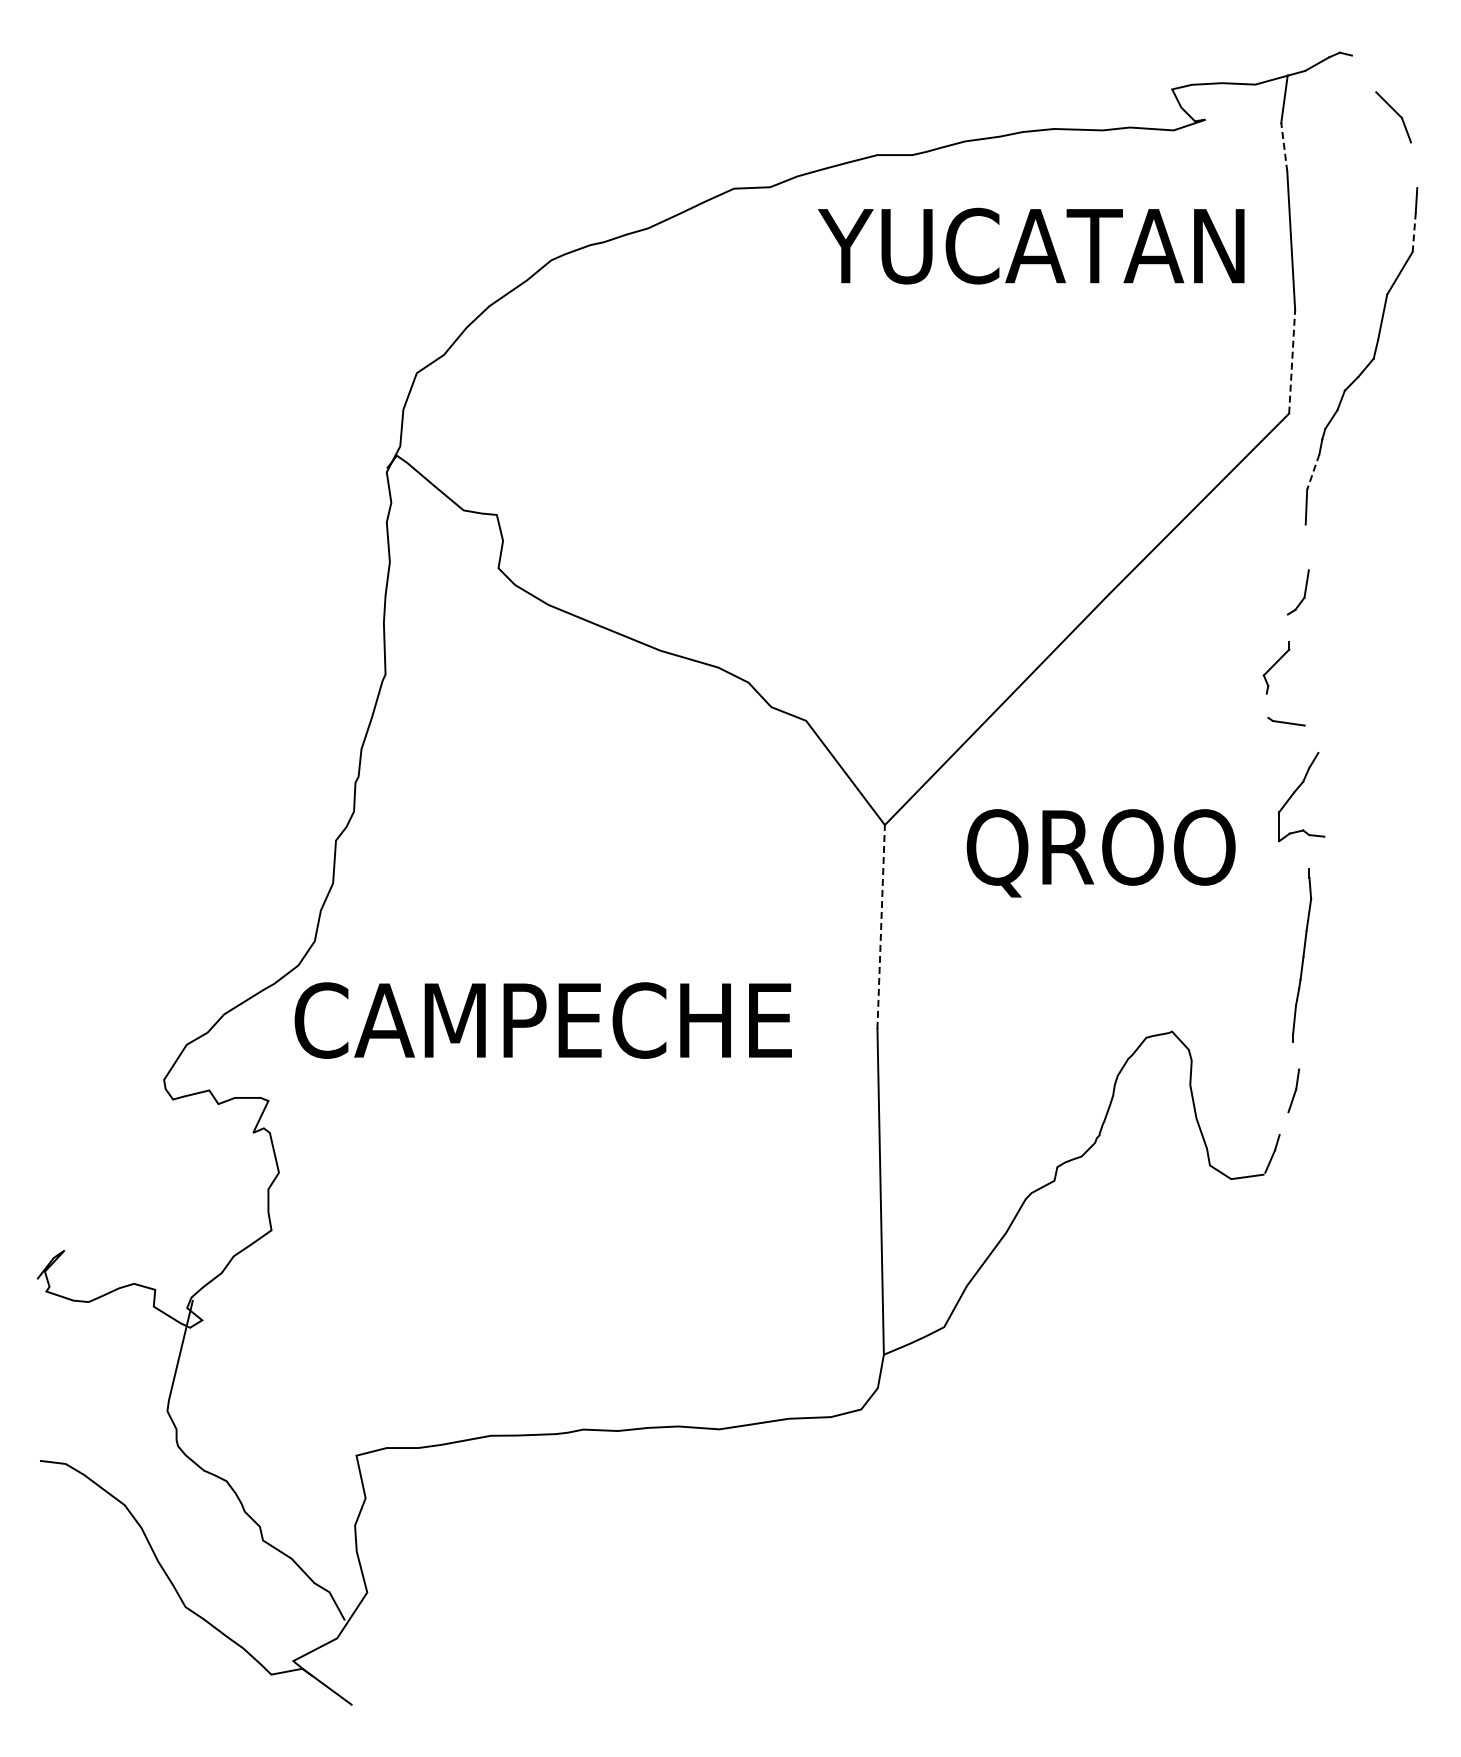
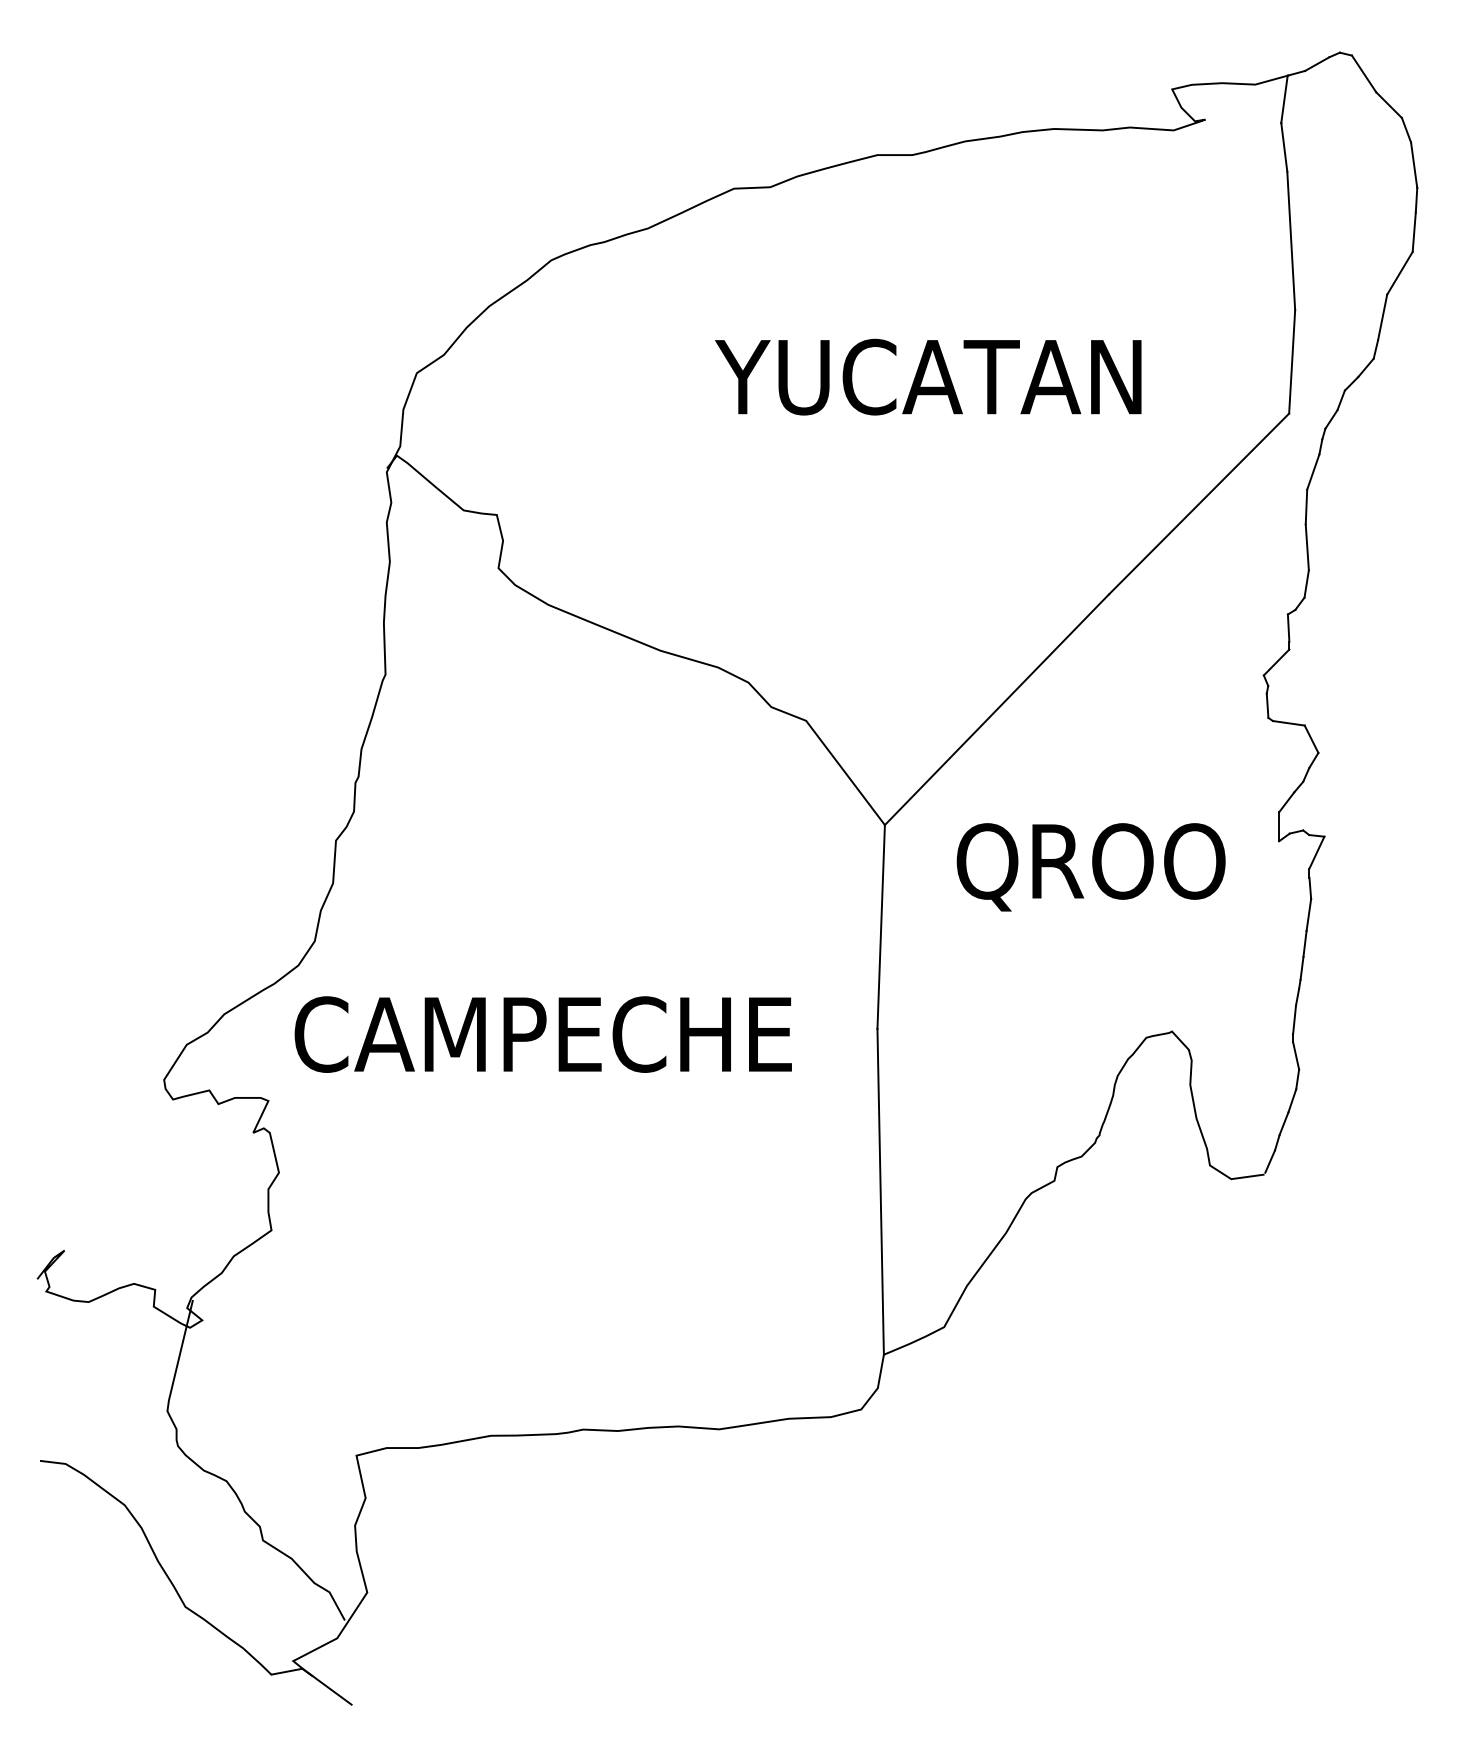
line at (1363, 73): none -> present
line at (1284, 147): dashed -> solid
line at (1414, 165): none -> present
line at (1414, 232): dashed -> solid
text at (1031, 245) position: (1031, 245) -> (928, 376)
line at (1292, 361): dashed -> solid
line at (1313, 472): dashed -> solid
line at (1306, 547): none -> present
line at (1288, 627): none -> present
line at (1267, 705): none -> present
line at (1311, 738): none -> present
line at (1316, 852): none -> present
text at (1100, 853) position: (1100, 853) -> (1090, 867)
line at (881, 926): dashed -> solid
text at (542, 1020) position: (542, 1020) -> (542, 1034)
line at (1296, 1055): none -> present
line at (1283, 1123): none -> present
